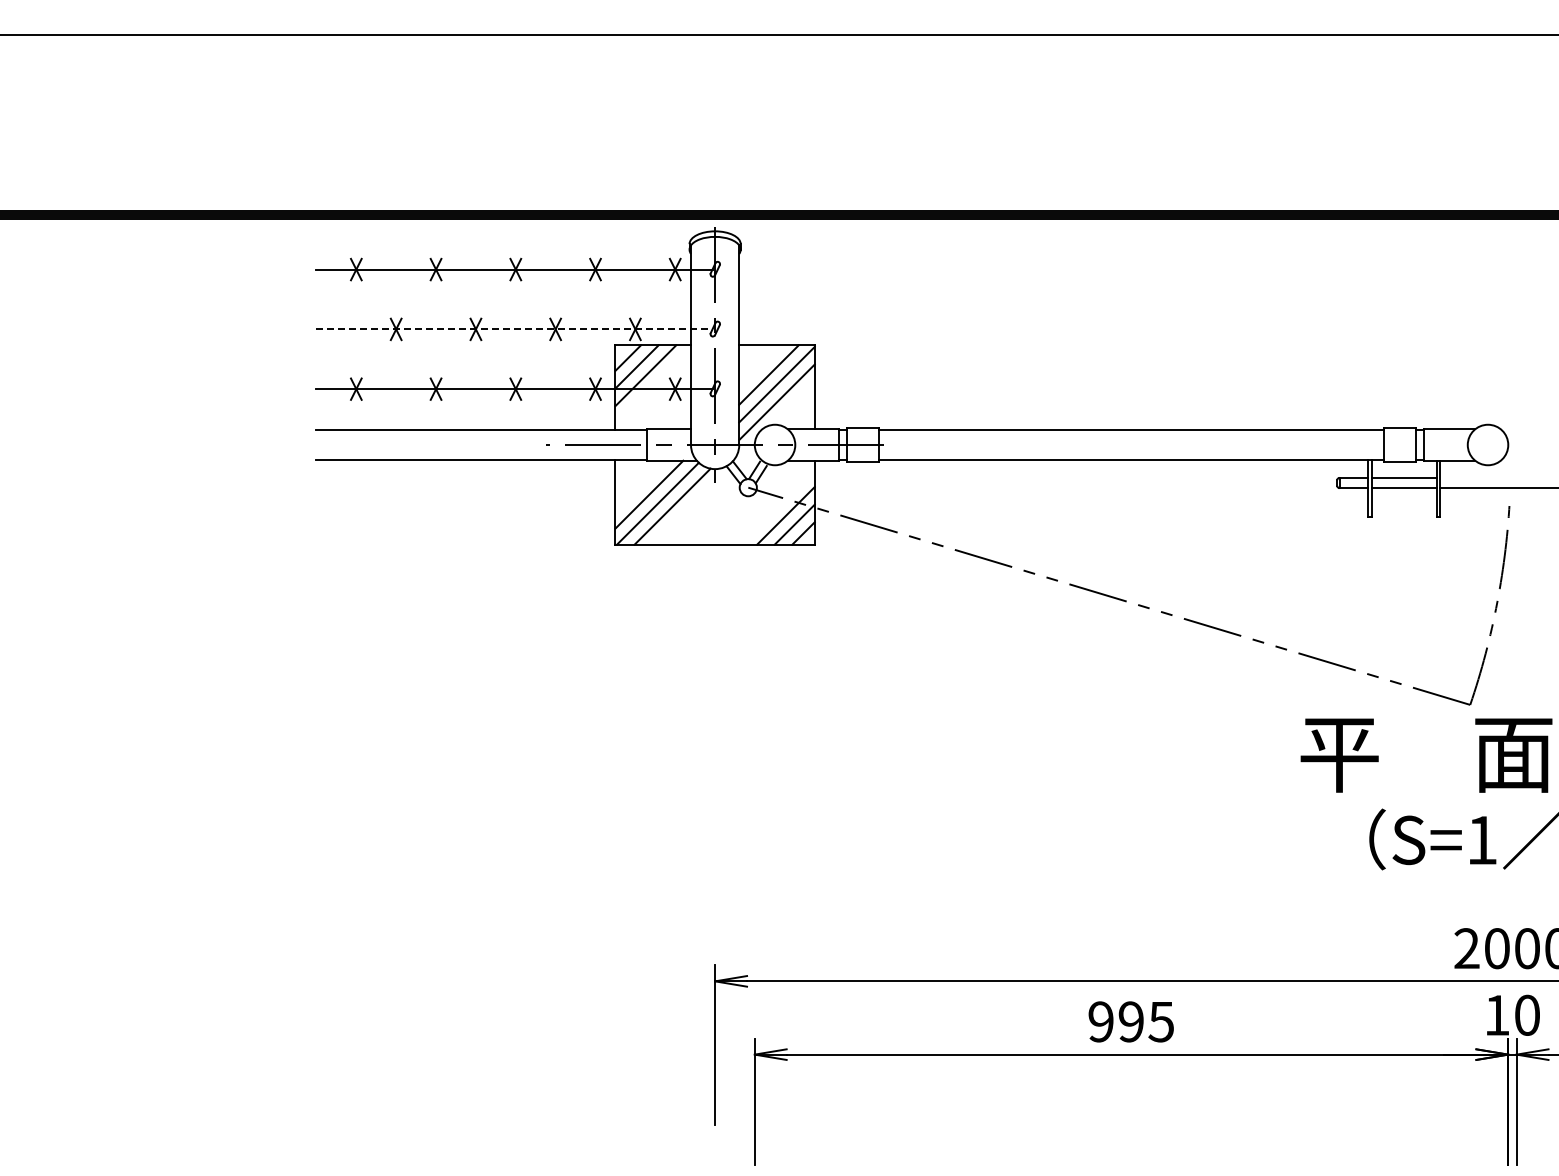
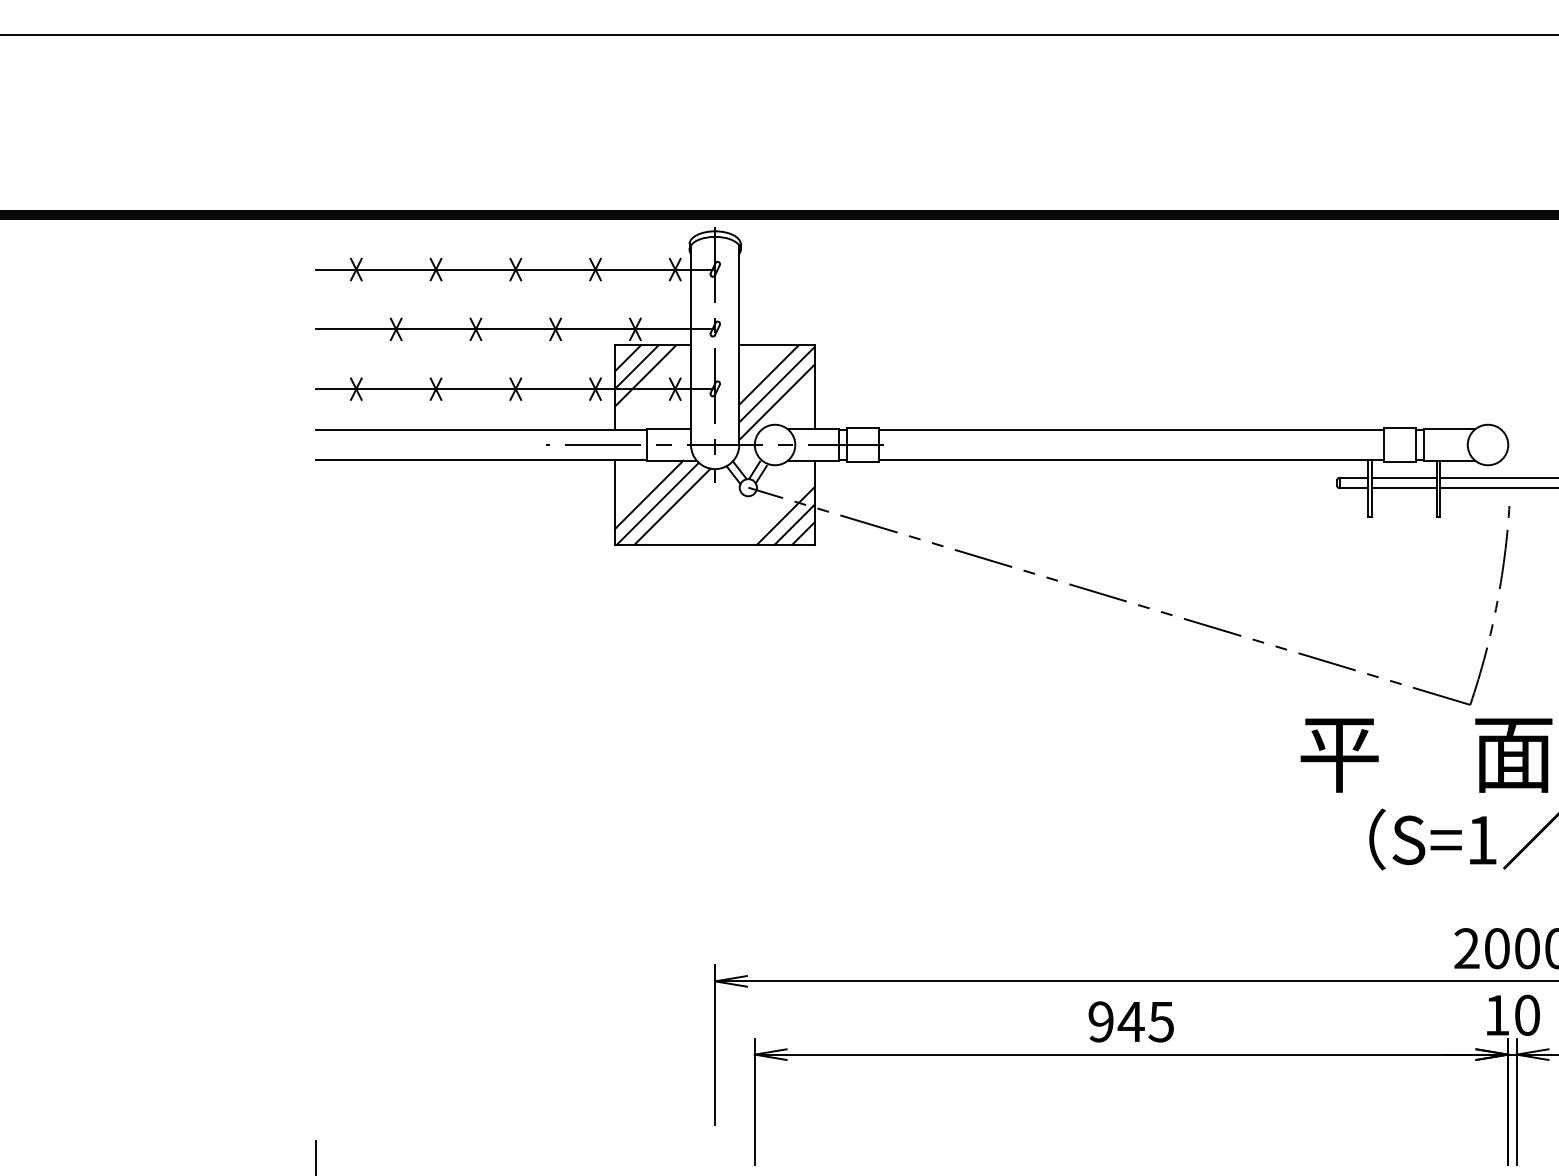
line at (514, 329): dashed -> solid
line at (1497, 477): none -> present
text at (1130, 1021): 995 -> 945
line at (316, 1156): none -> present
